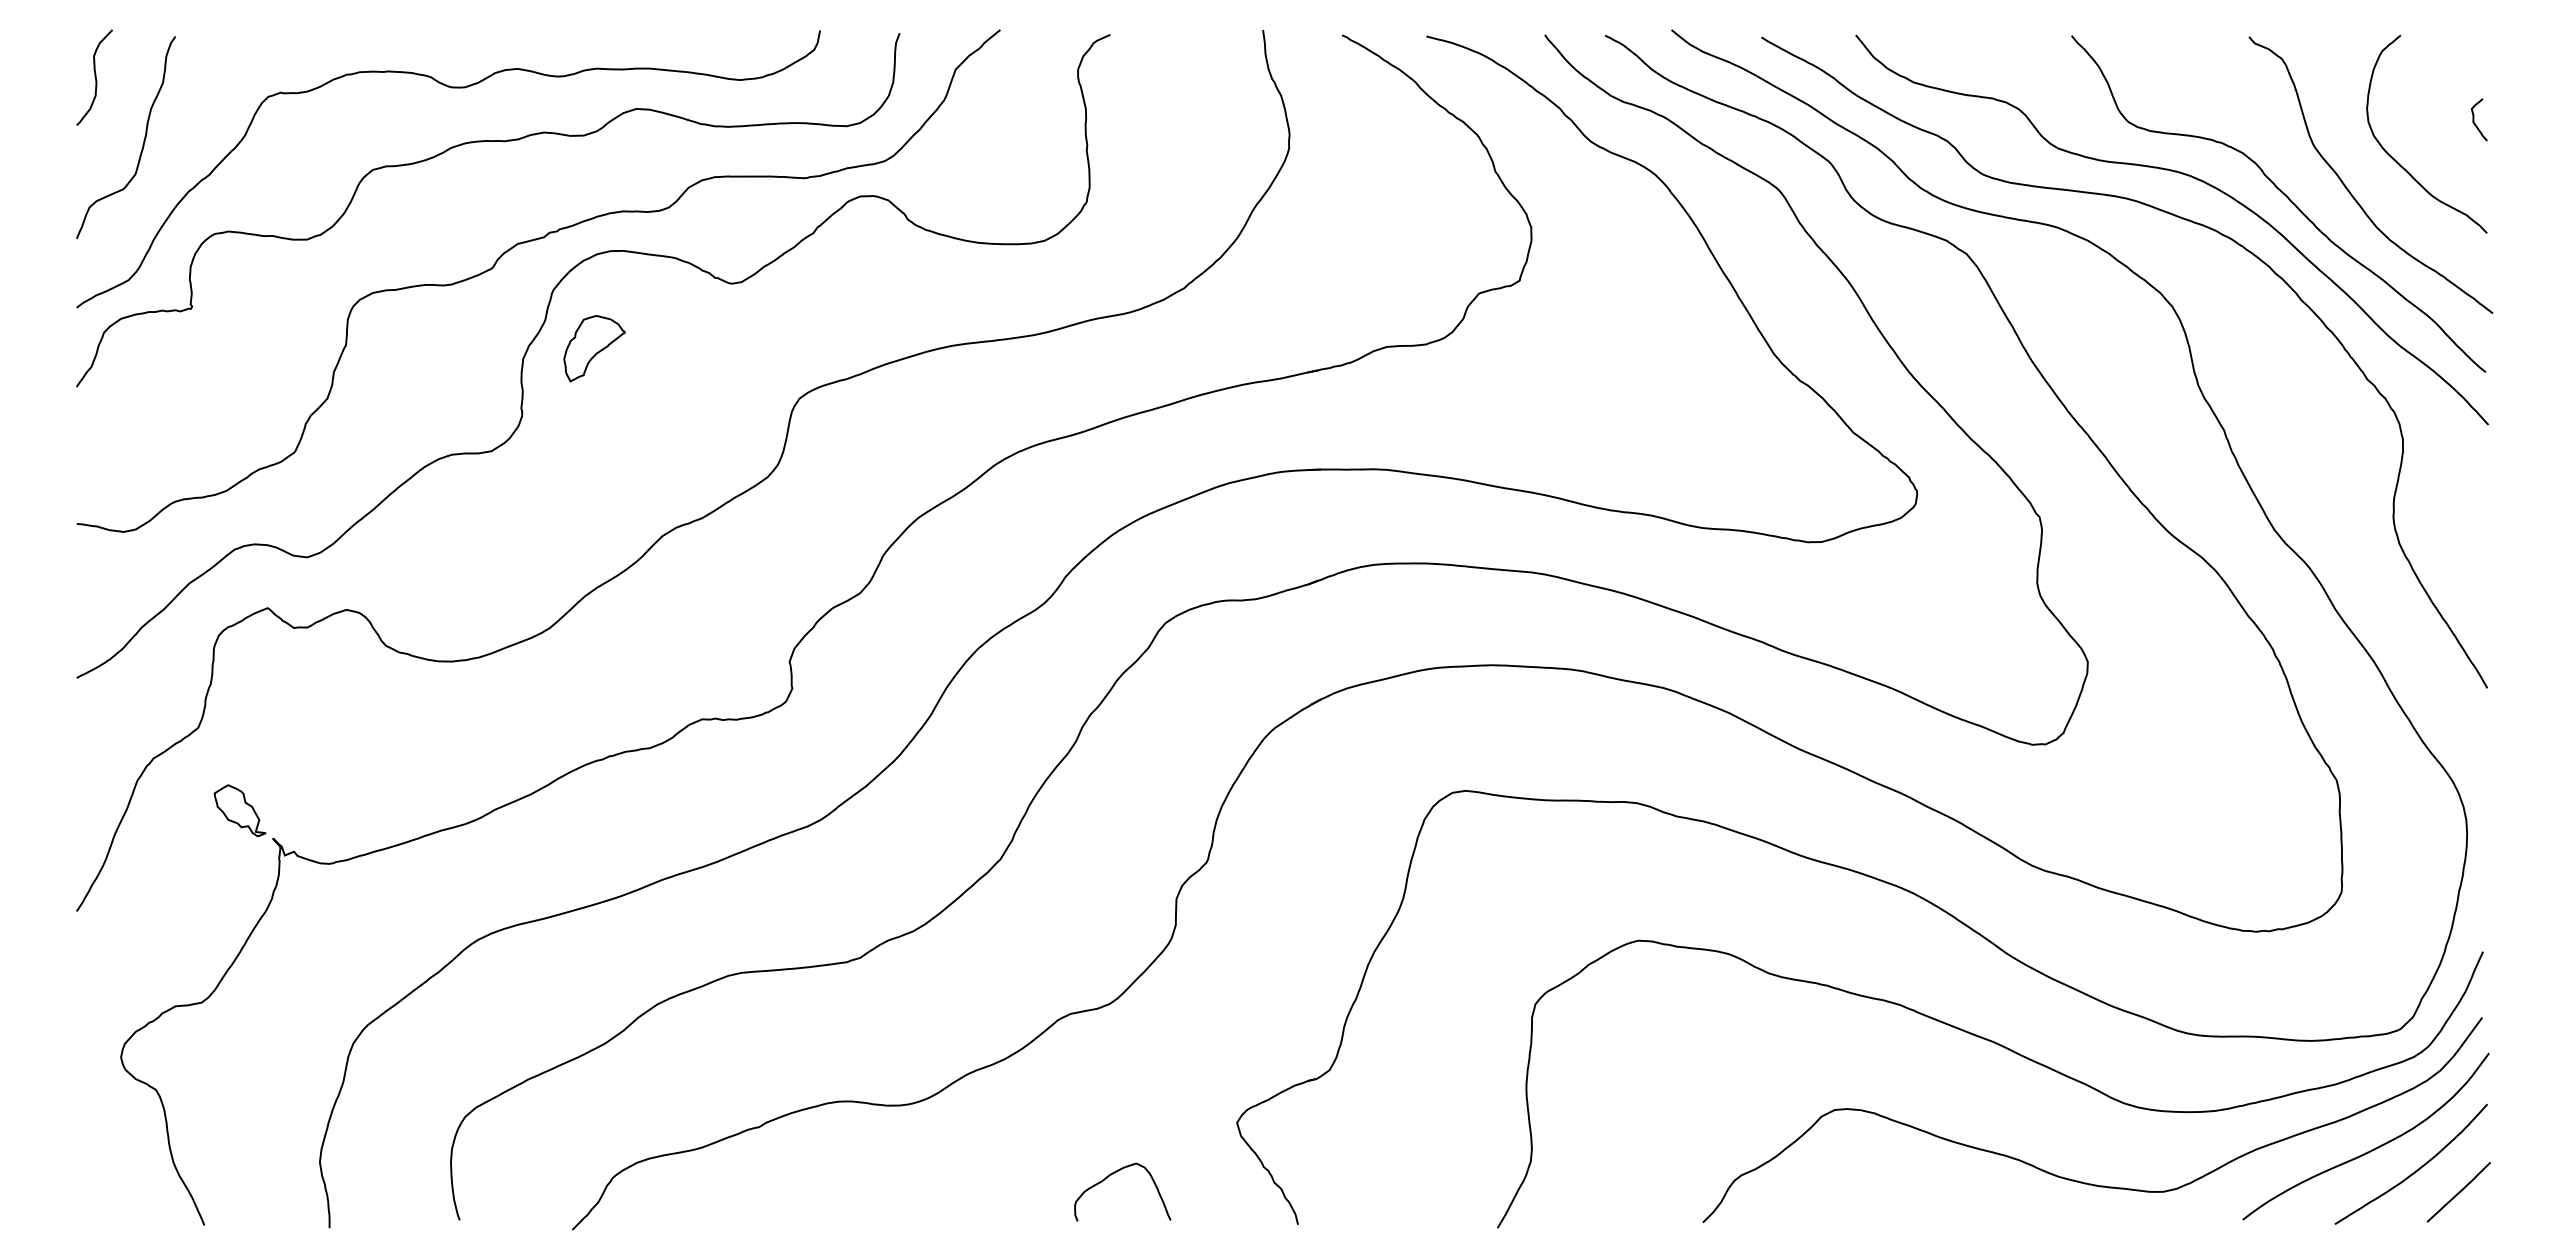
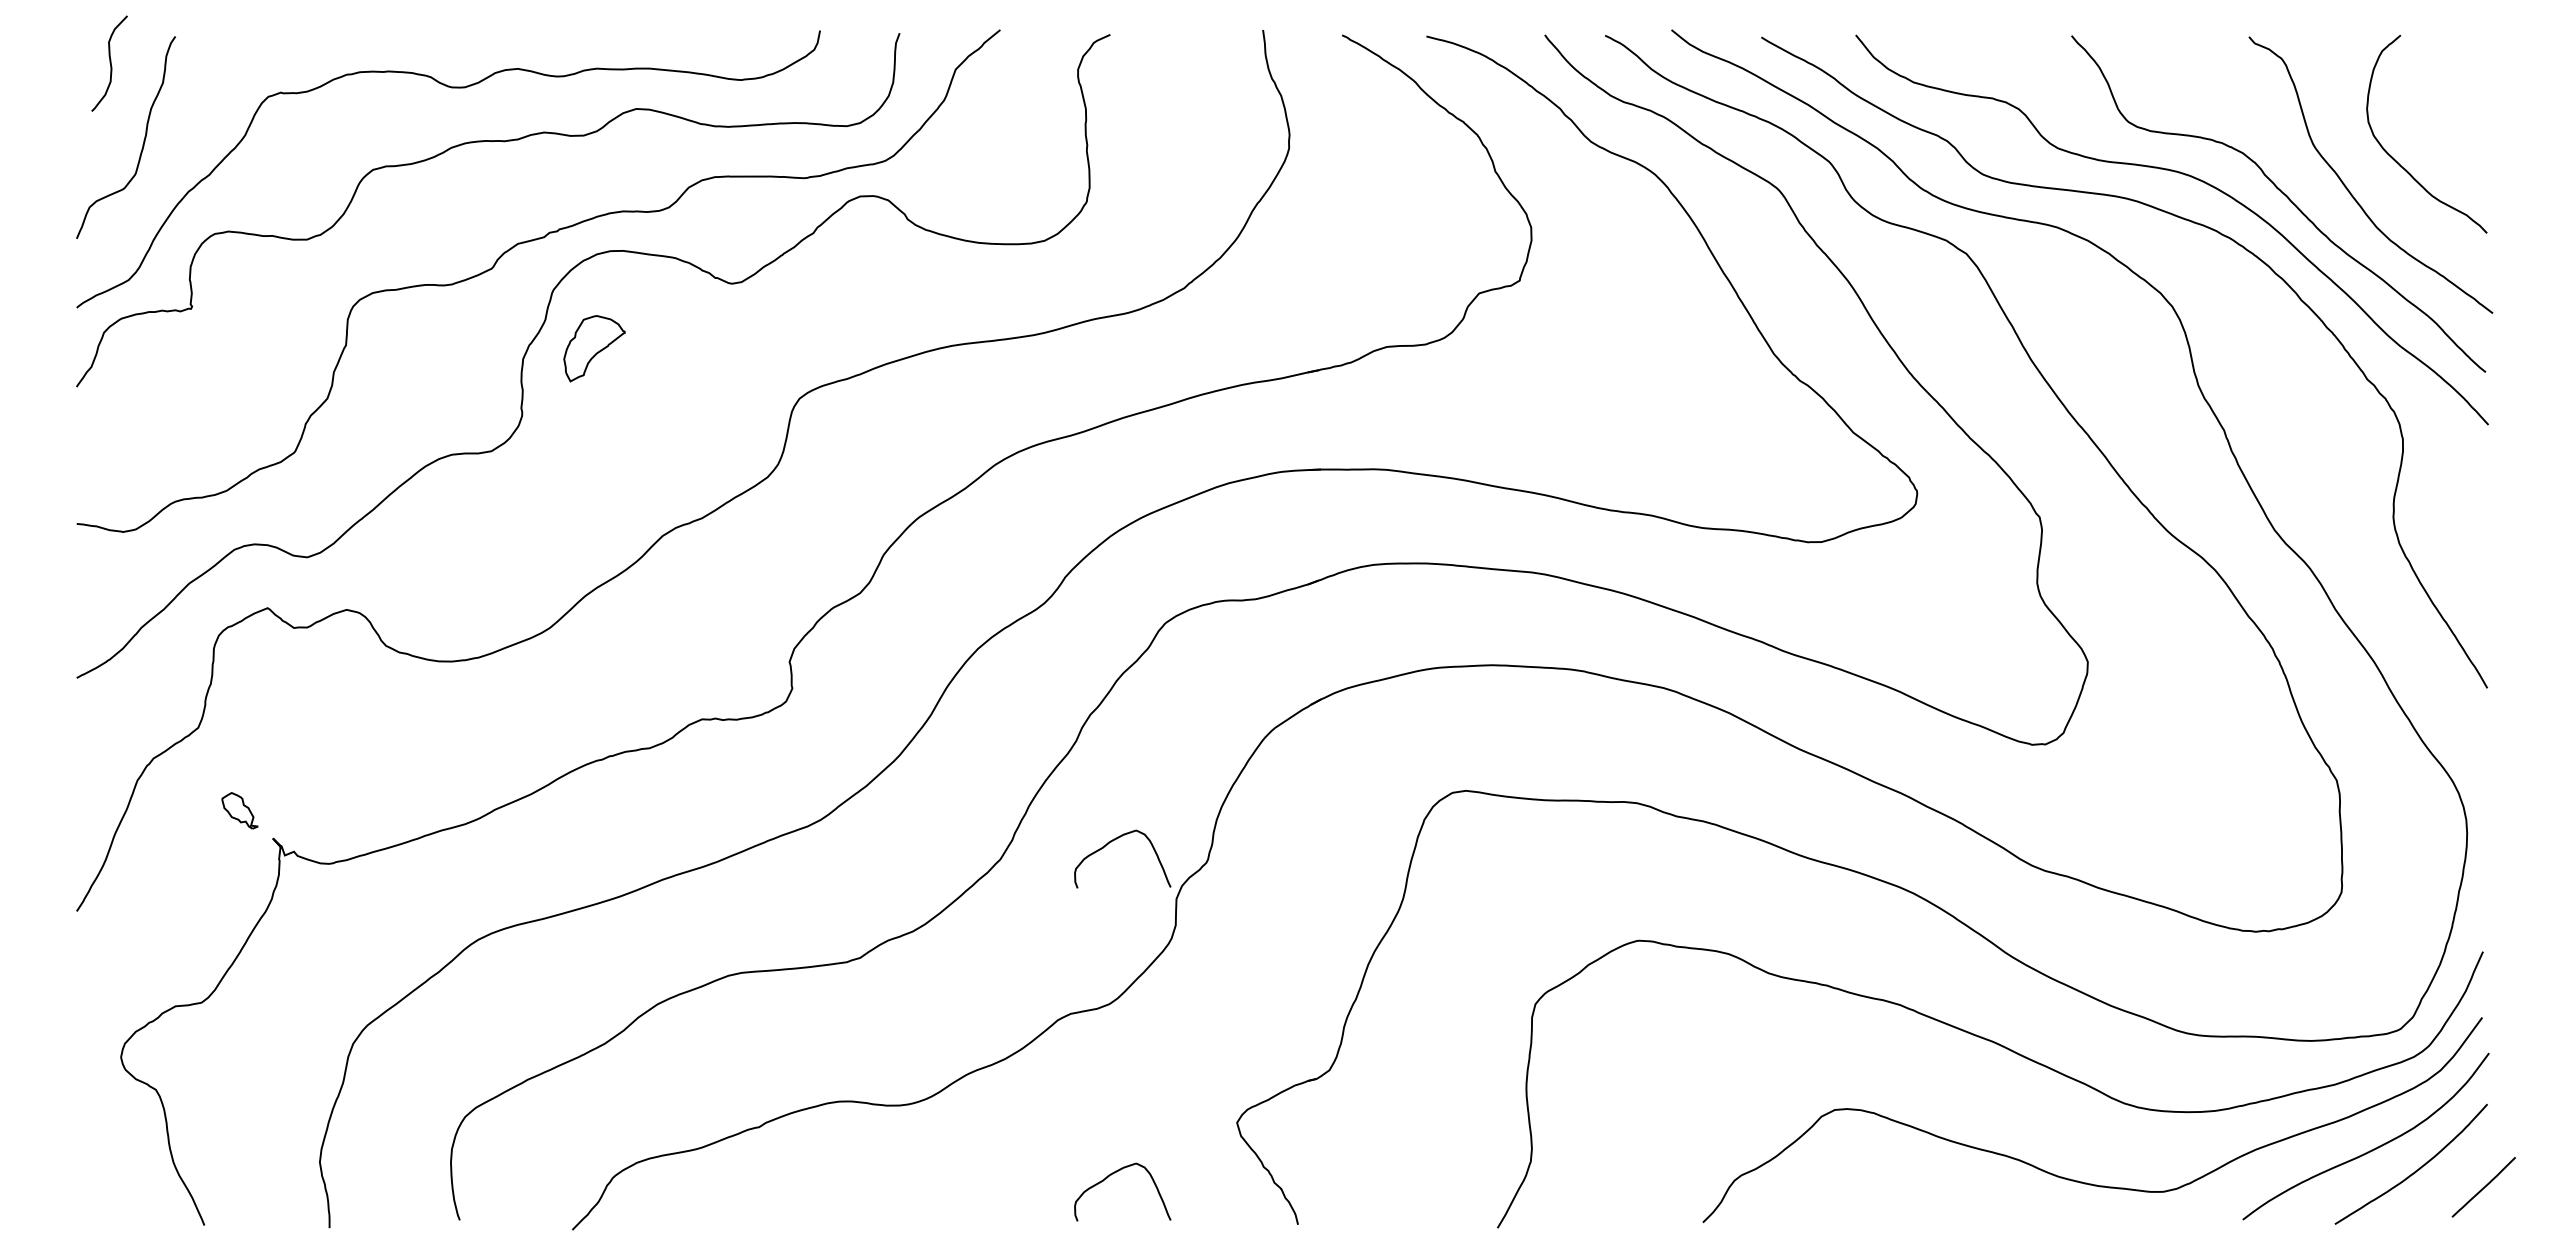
curve at (94, 77) position: (94, 77) -> (109, 63)
curve at (2474, 119): present -> none
part at (239, 810) size: 54x54 px -> 38x38 px
curve at (1113, 841): none -> present
line at (2458, 1192) position: (2458, 1192) -> (2483, 1187)
